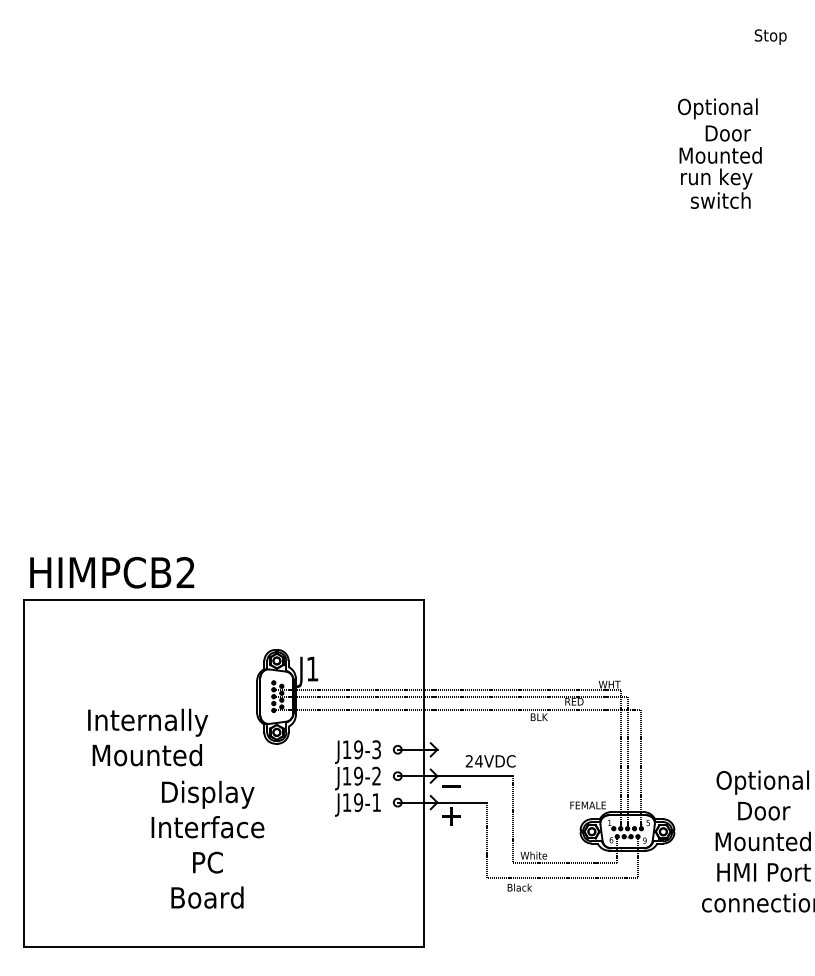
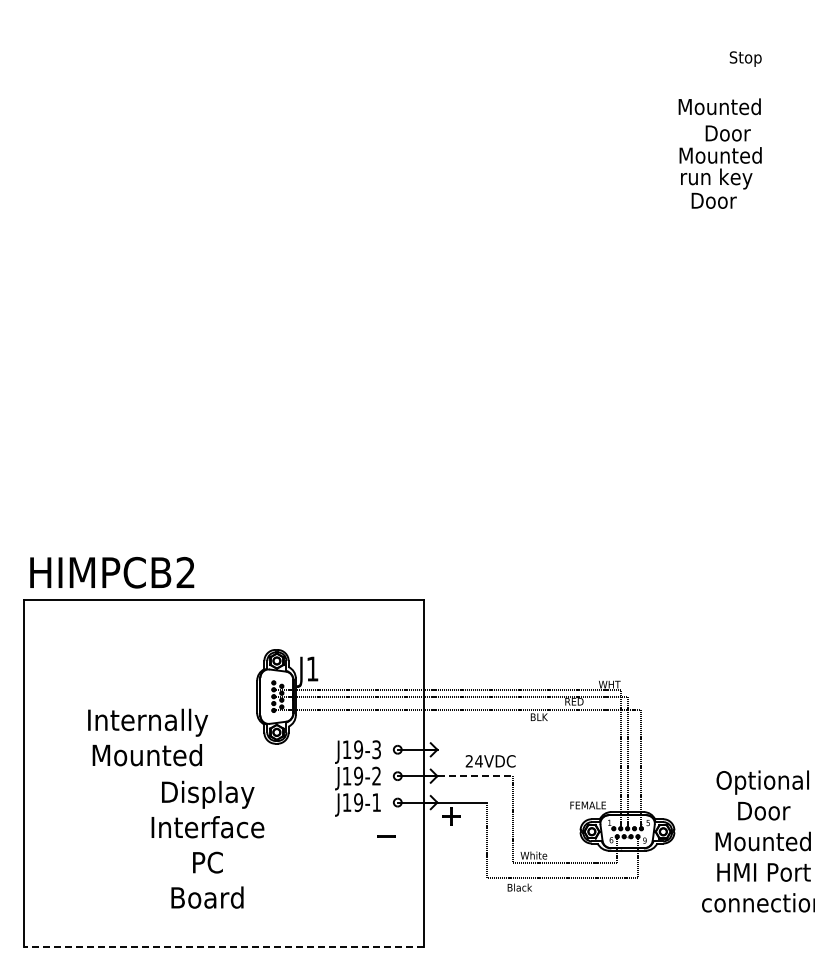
text at (770, 36) position: (770, 36) -> (745, 58)
text at (719, 108): Optional -> Mounted
text at (720, 200): switch -> Door
line at (475, 776): solid -> dashed
line at (451, 786) position: (451, 786) -> (386, 836)
line at (224, 946): solid -> dashed
